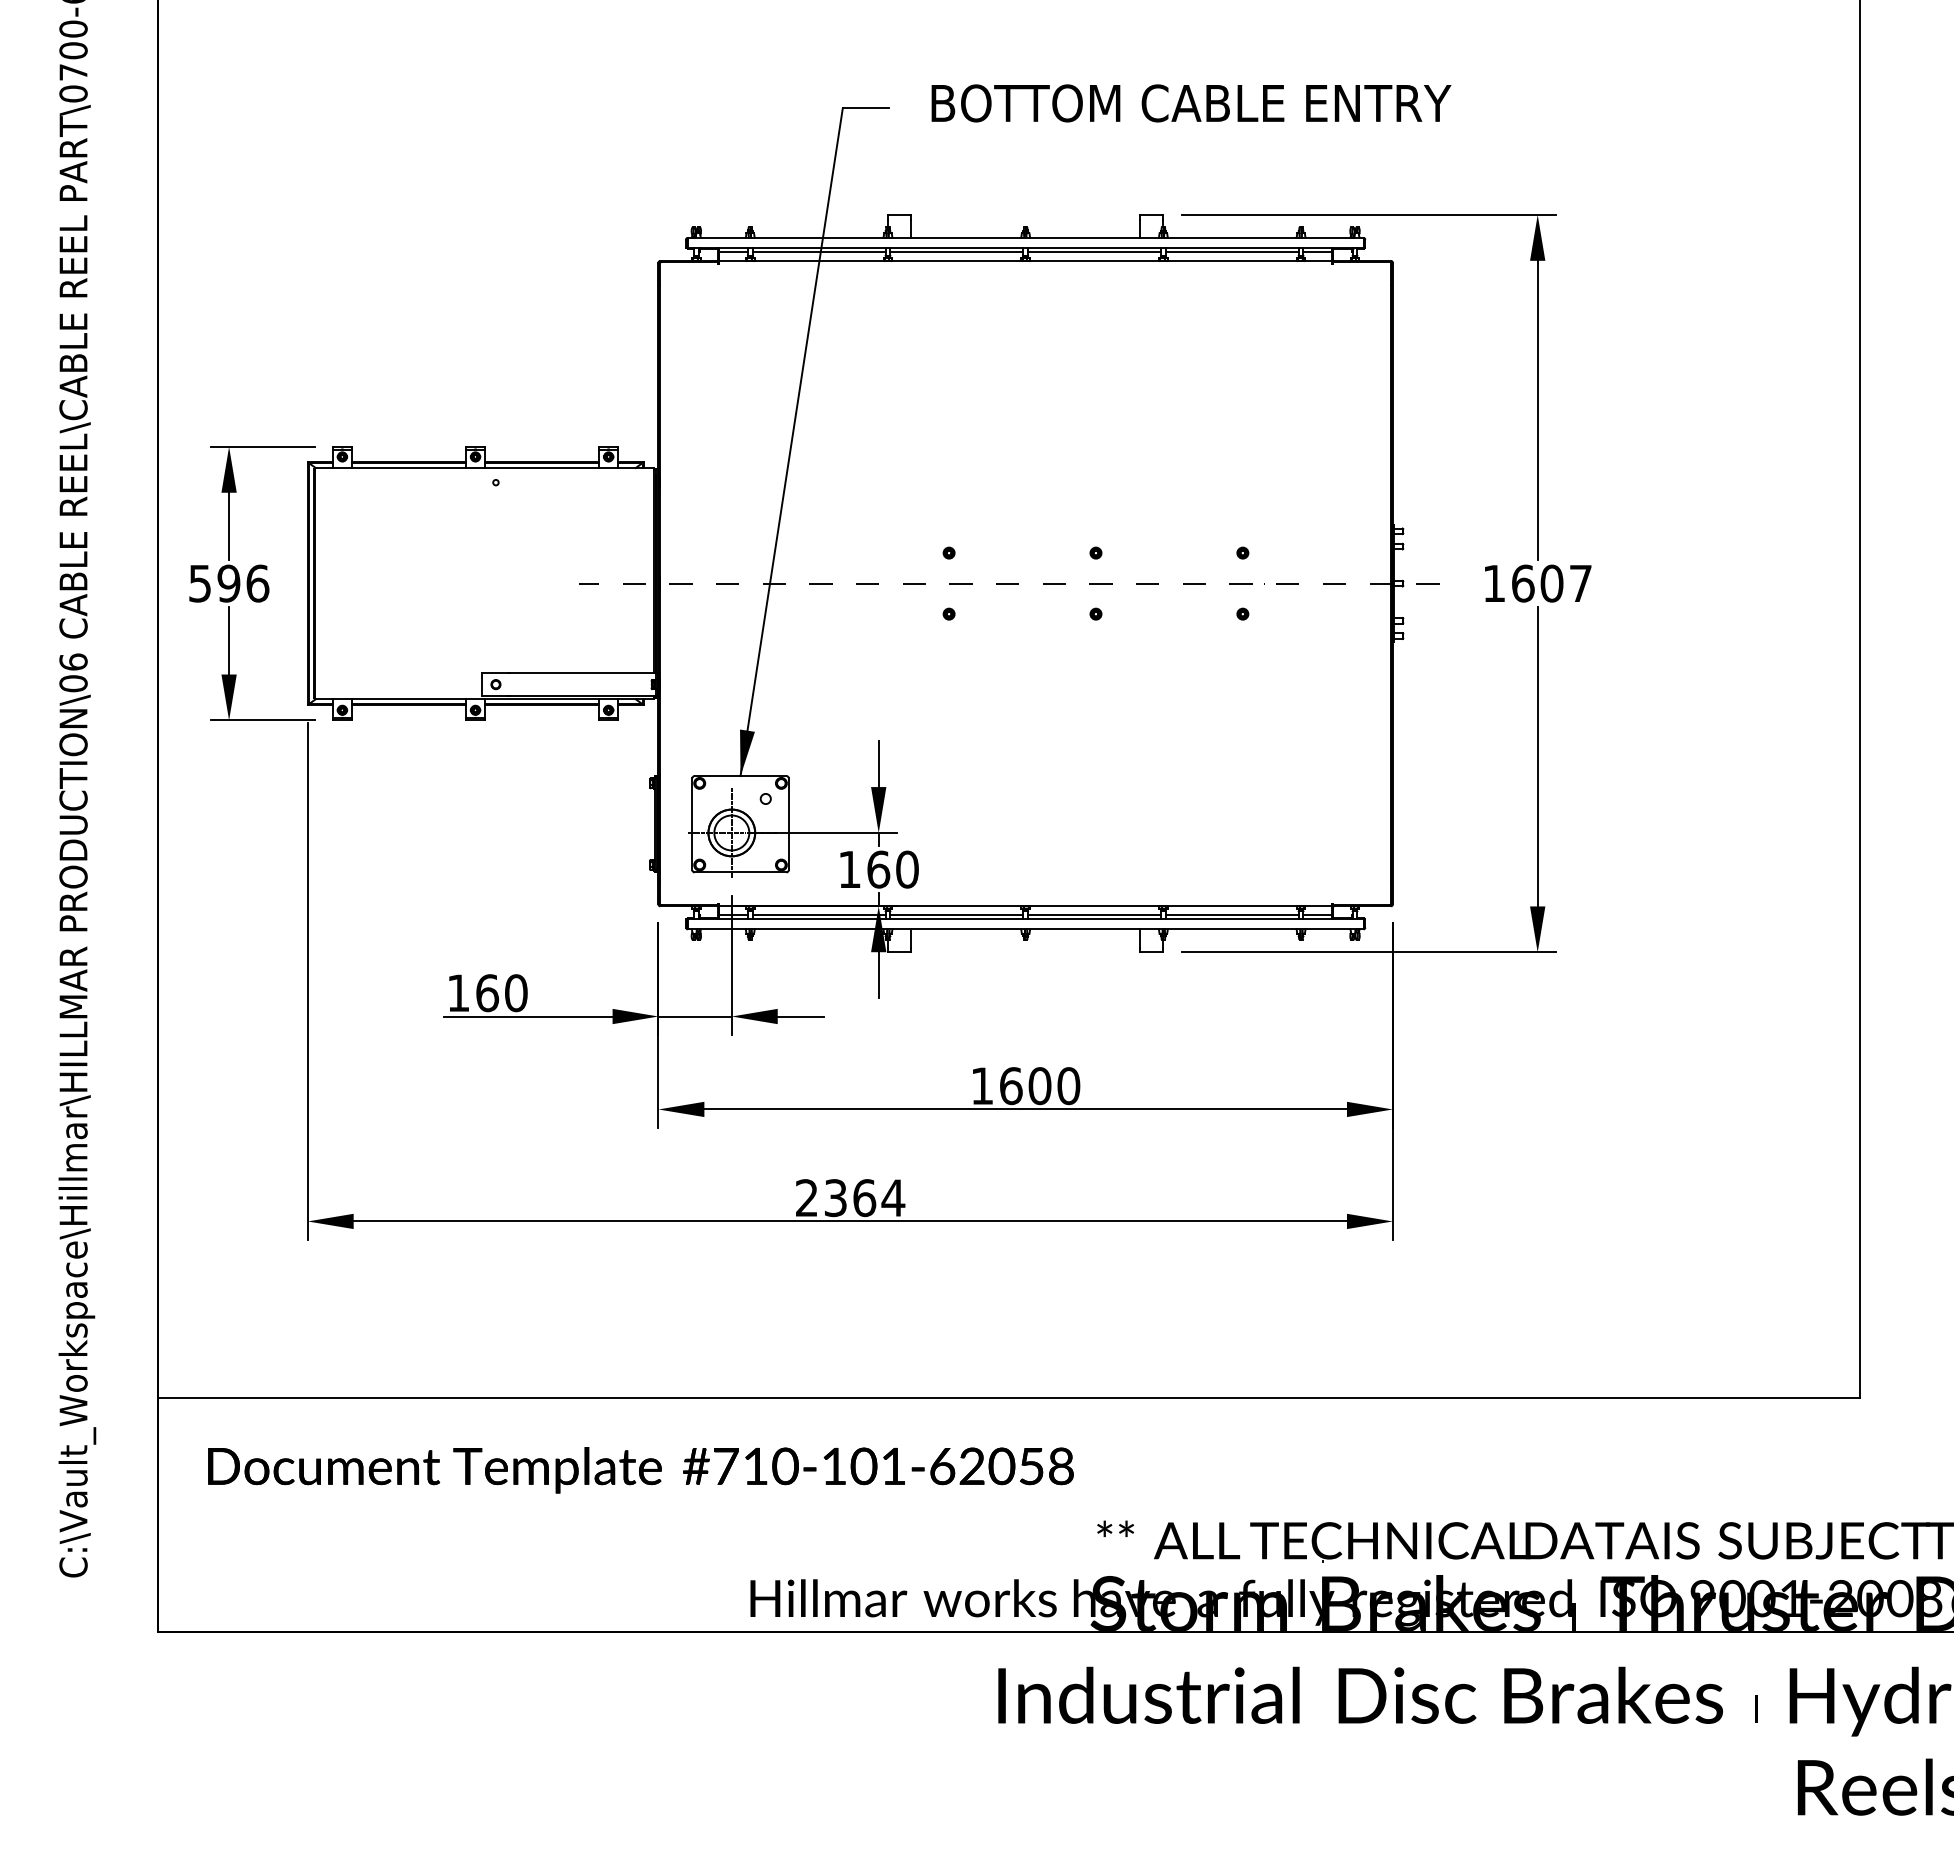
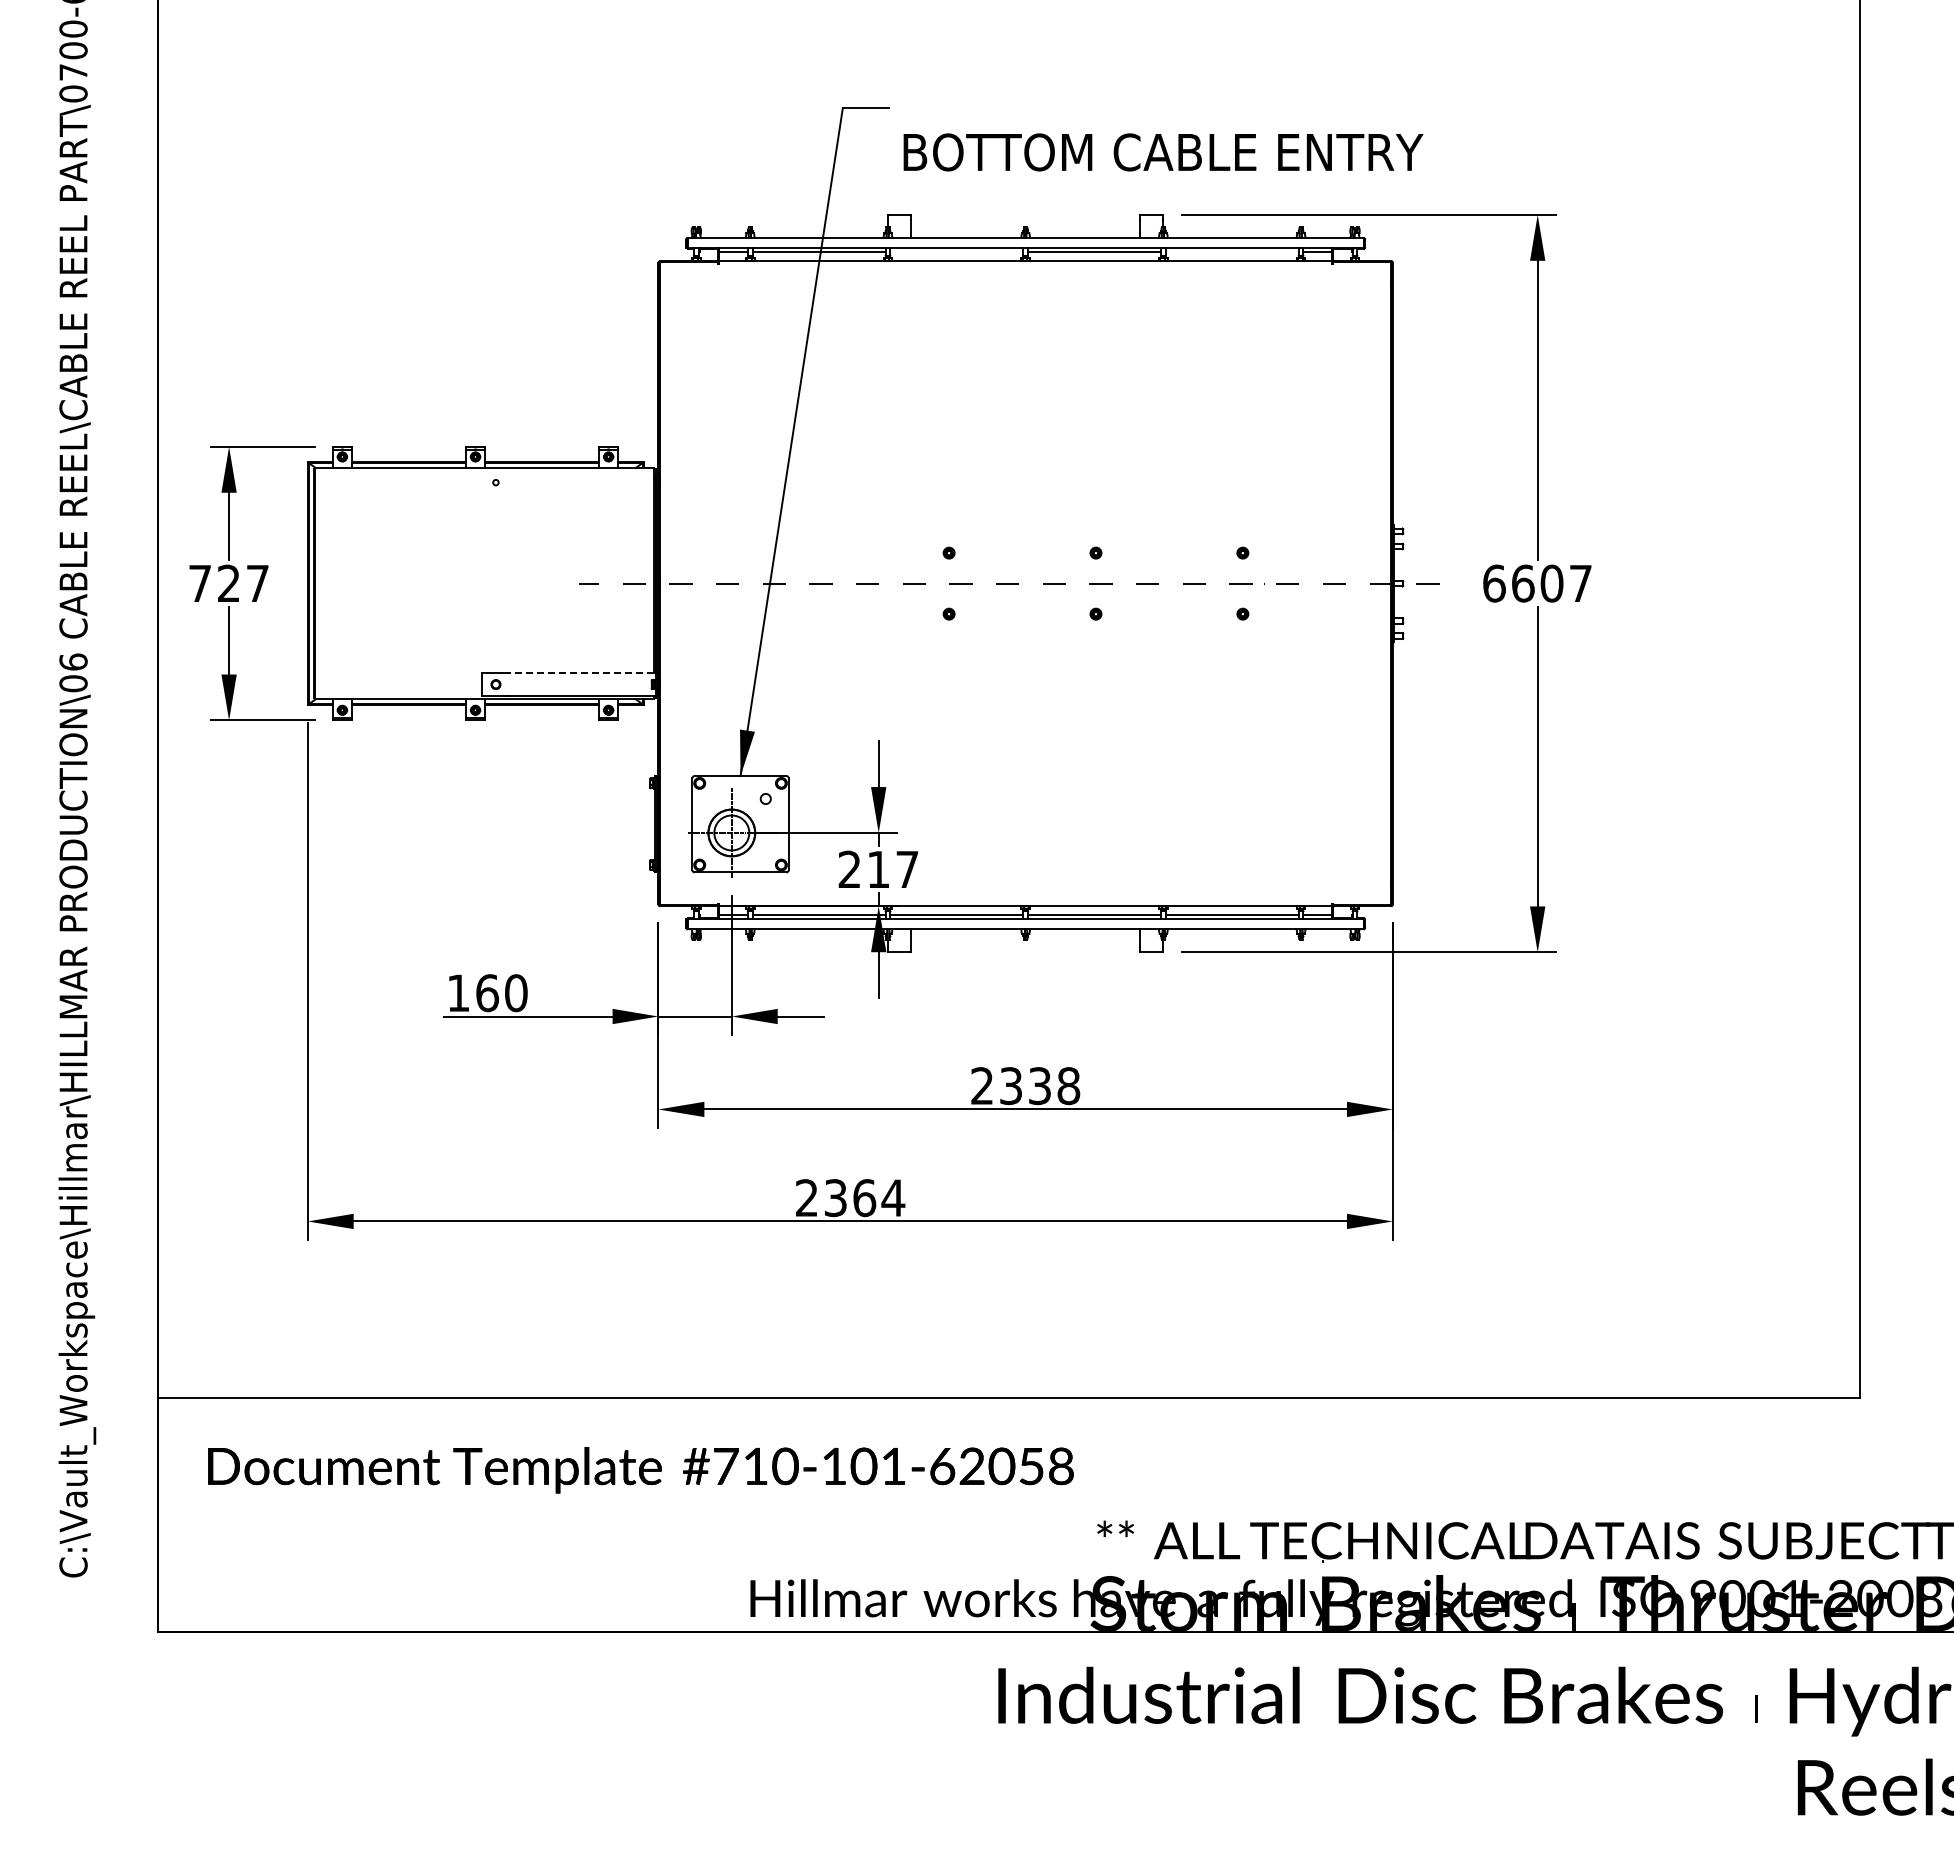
text at (1191, 103) position: (1191, 103) -> (1163, 152)
line at (956, 251): present -> none
line at (1231, 251): present -> none
text at (229, 583): 596 -> 727
text at (1494, 583): 1607 -> 6607
line at (581, 673): solid -> dashed
text at (878, 869): 160 -> 217
text at (1025, 1086): 1600 -> 2338
